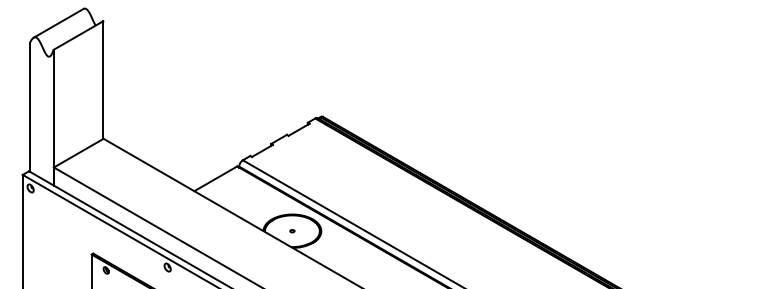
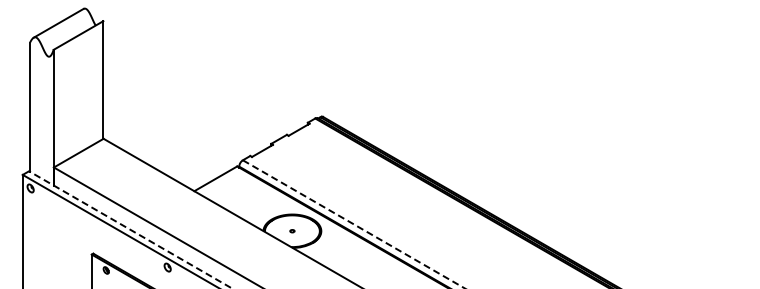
line at (354, 224): solid -> dashed
line at (130, 229): solid -> dashed
